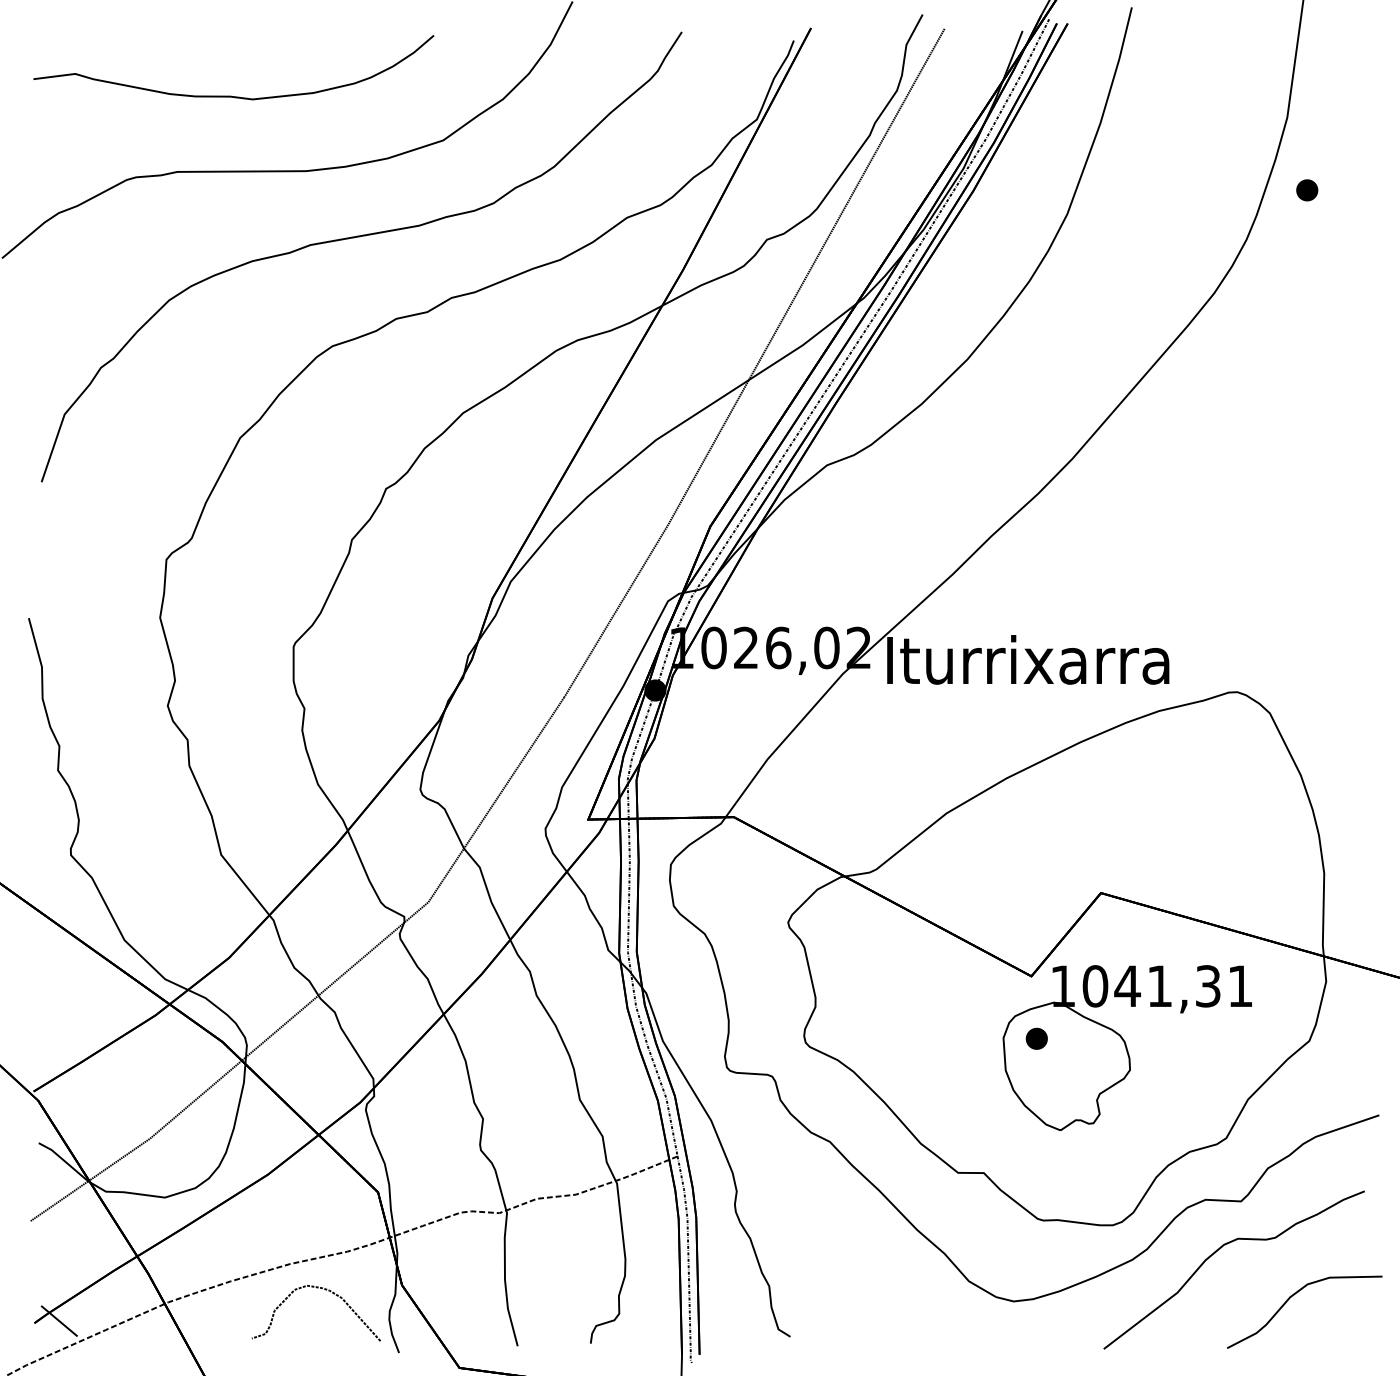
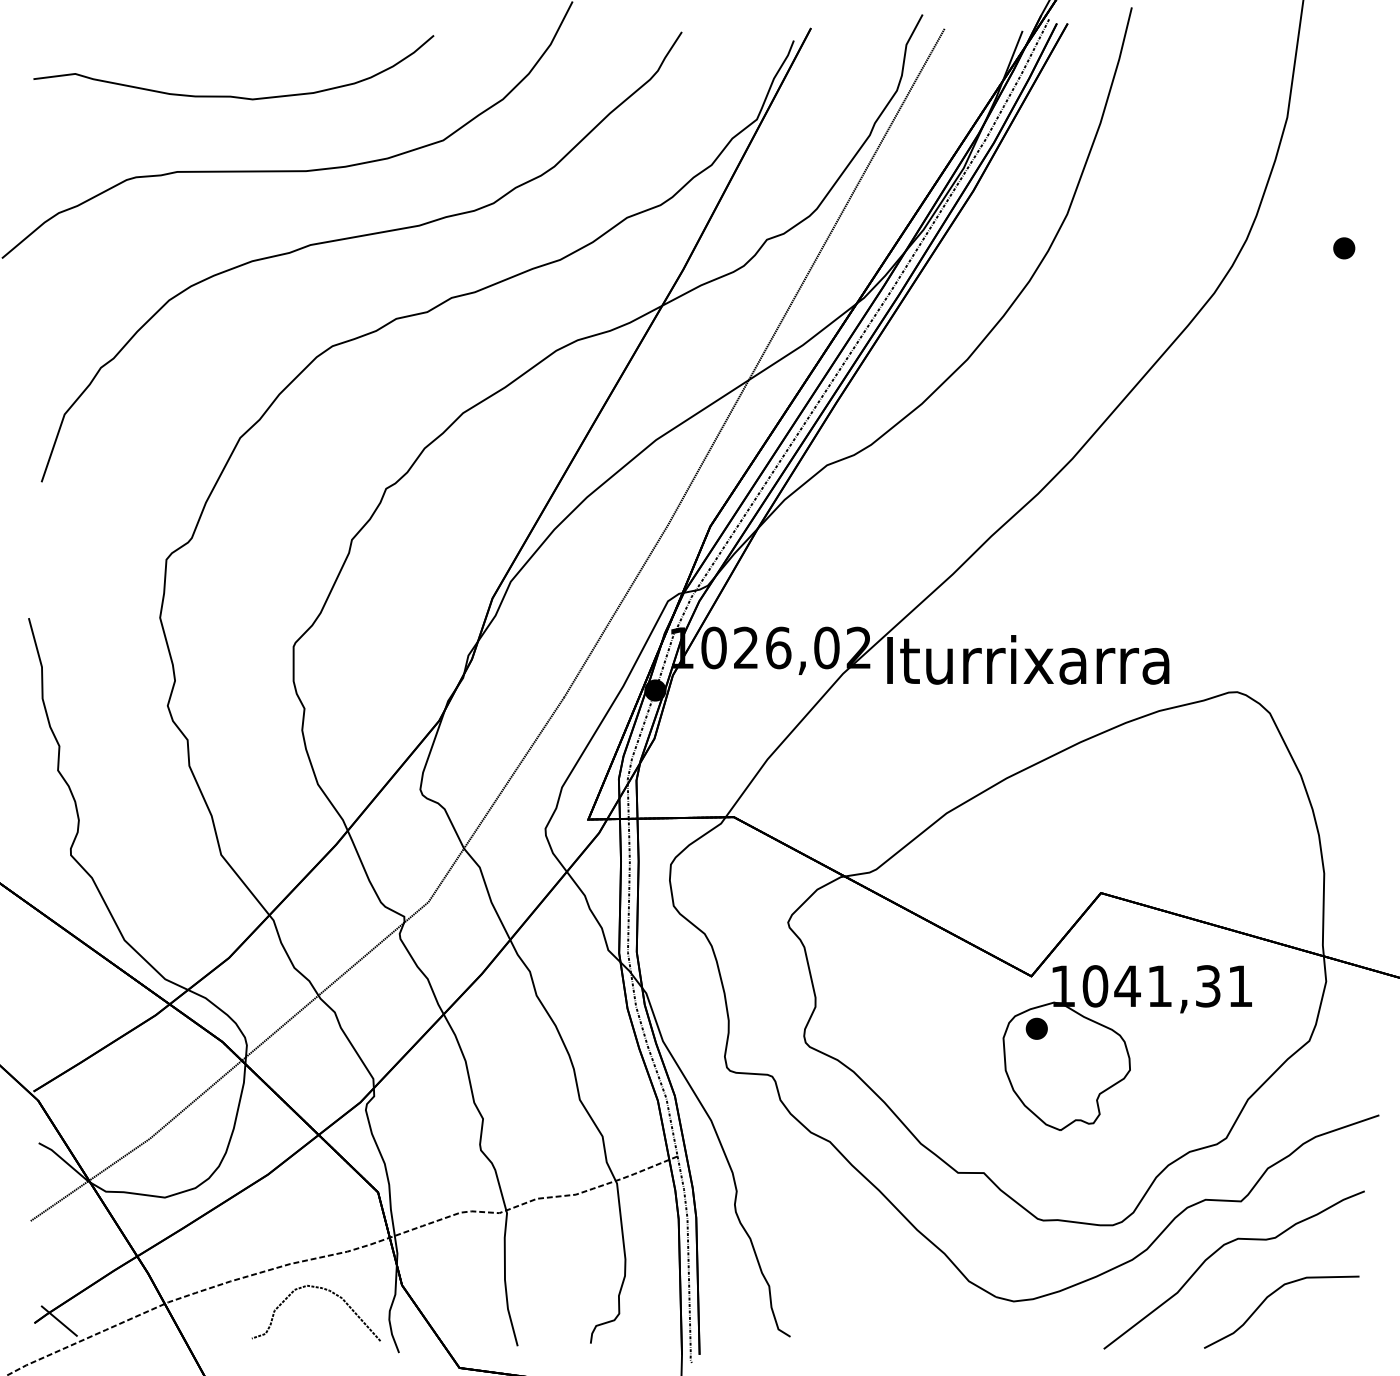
part at (1307, 190) position: (1307, 190) -> (1344, 248)
part at (1036, 1038) position: (1036, 1038) -> (1036, 1028)
curve at (1294, 1295) position: (1294, 1295) -> (1271, 1295)
